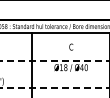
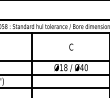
line at (55, 60): dashed -> solid
line at (54, 74): none -> present
line at (55, 88): dashed -> solid
